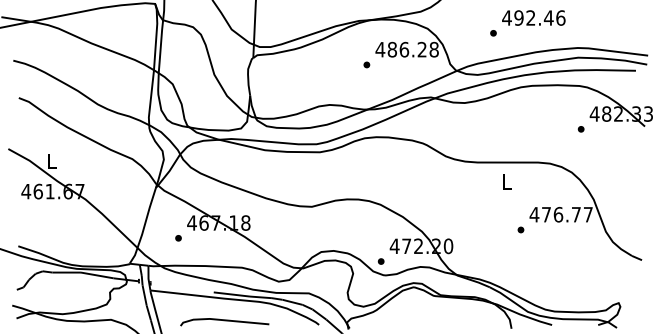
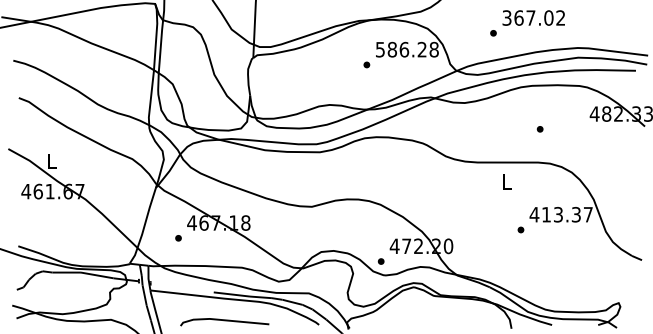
text at (533, 17): 492.46 -> 367.02
text at (380, 49): 486.28 -> 586.28
part at (580, 129) position: (580, 129) -> (539, 129)
text at (561, 214): 476.77 -> 413.37
